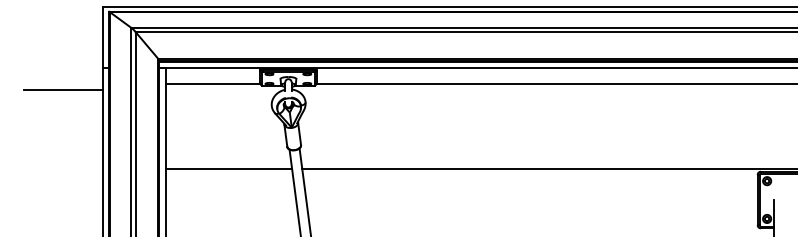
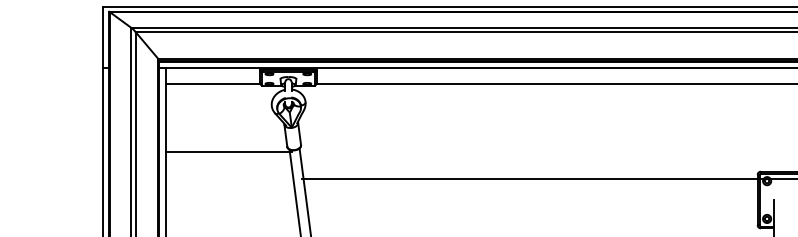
line at (62, 89): present -> none
line at (228, 168) position: (228, 168) -> (228, 151)
line at (548, 168) position: (548, 168) -> (548, 178)
